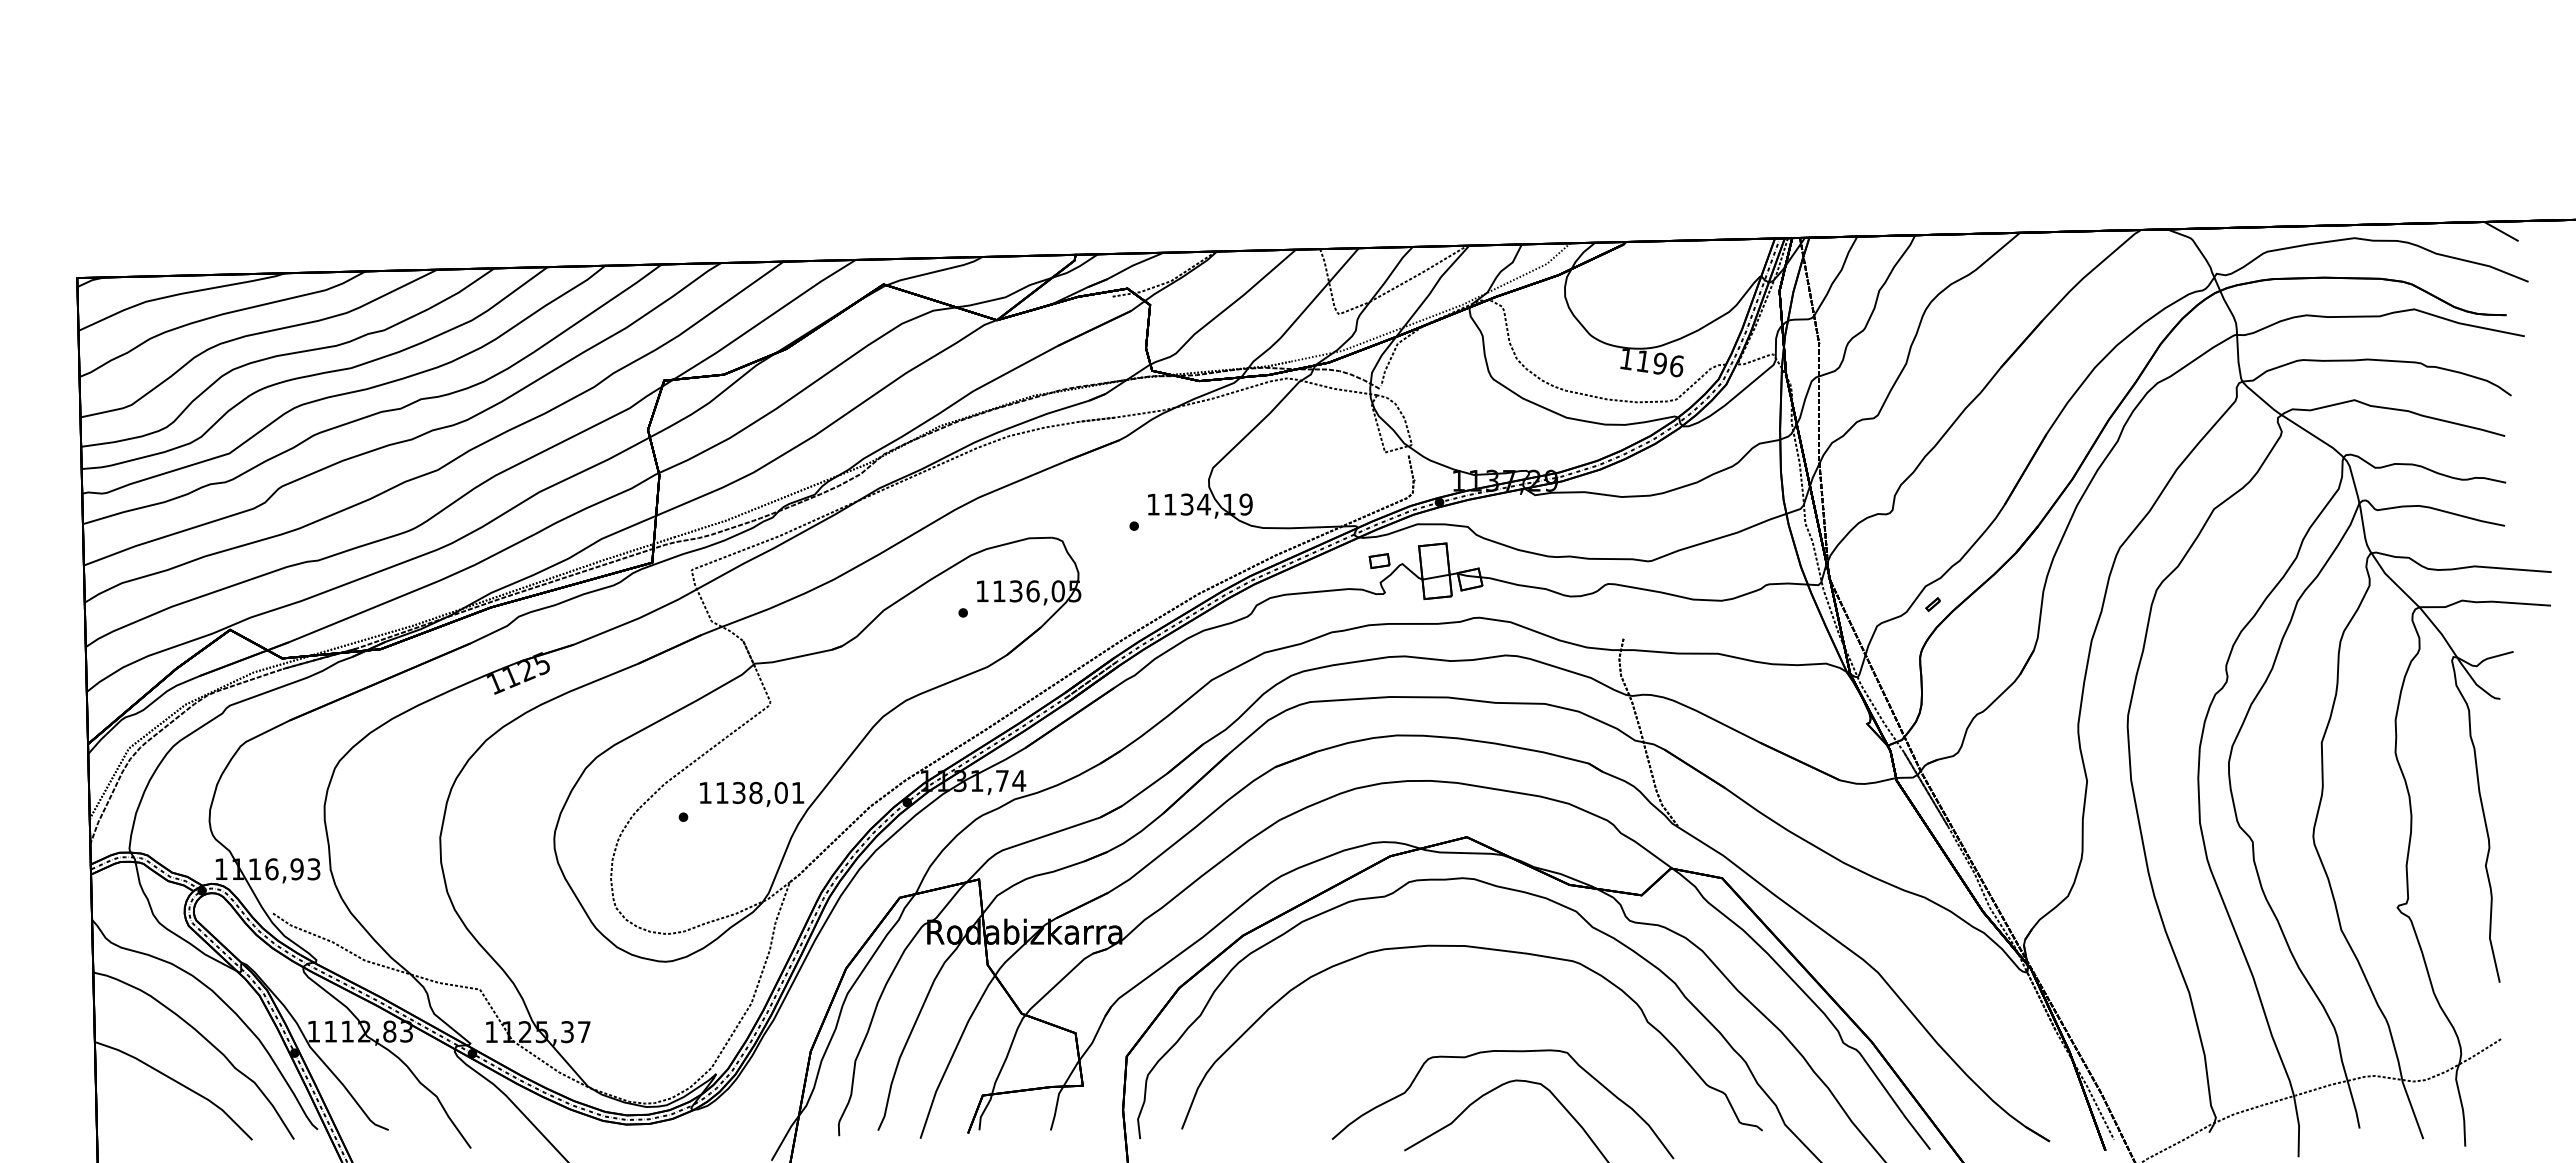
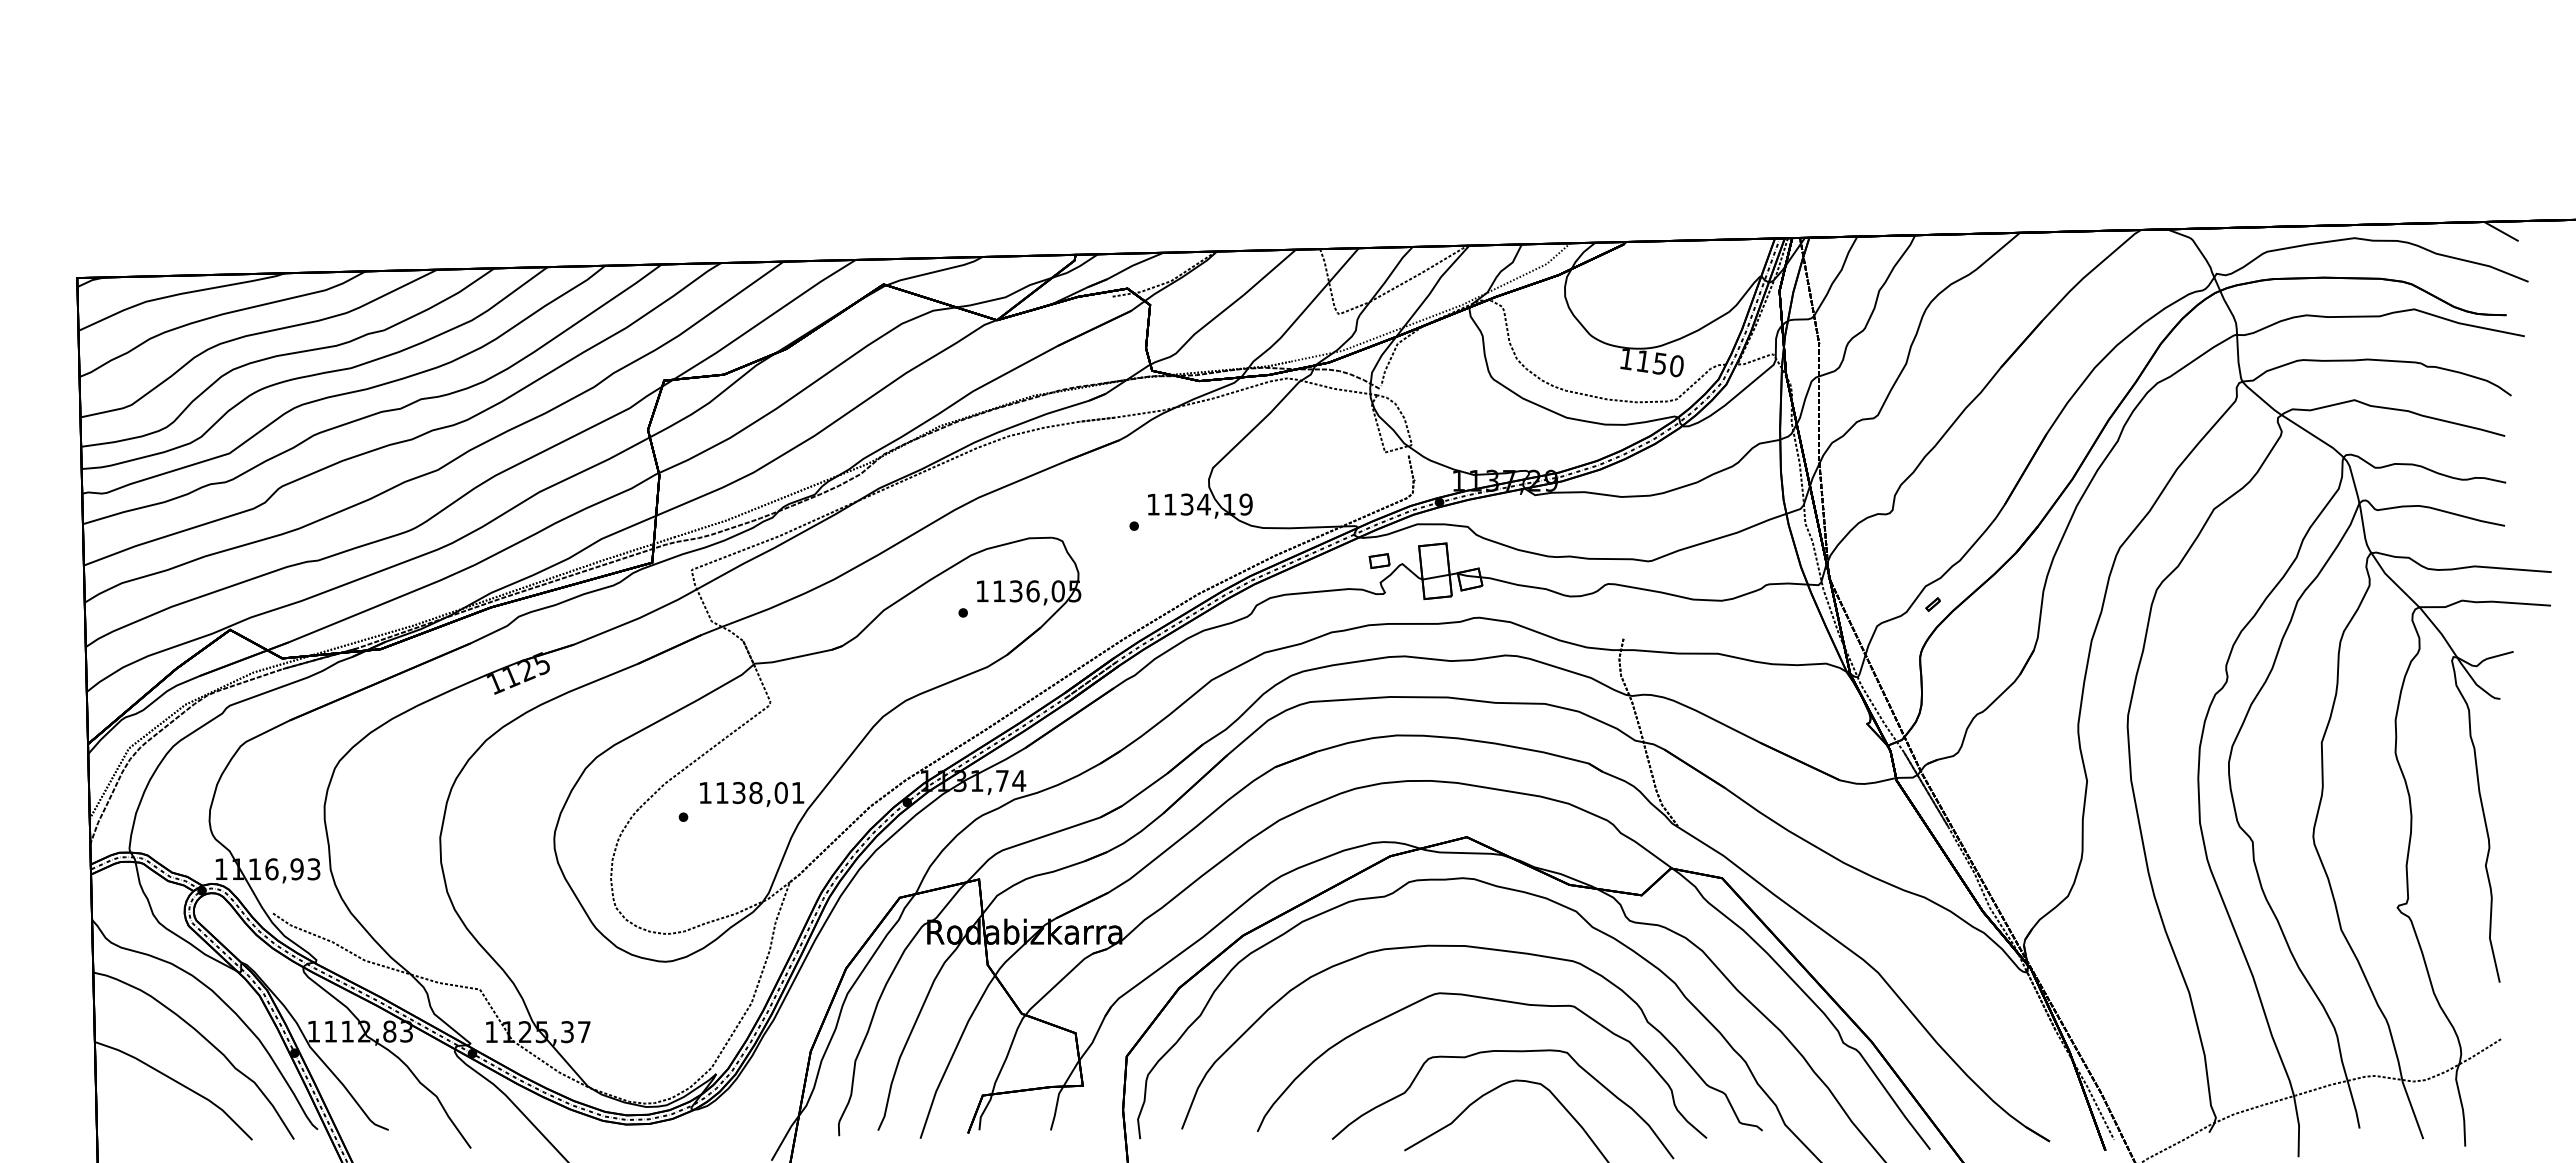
text at (1667, 364): 1196 -> 1150
curve at (1492, 1000): none -> present
